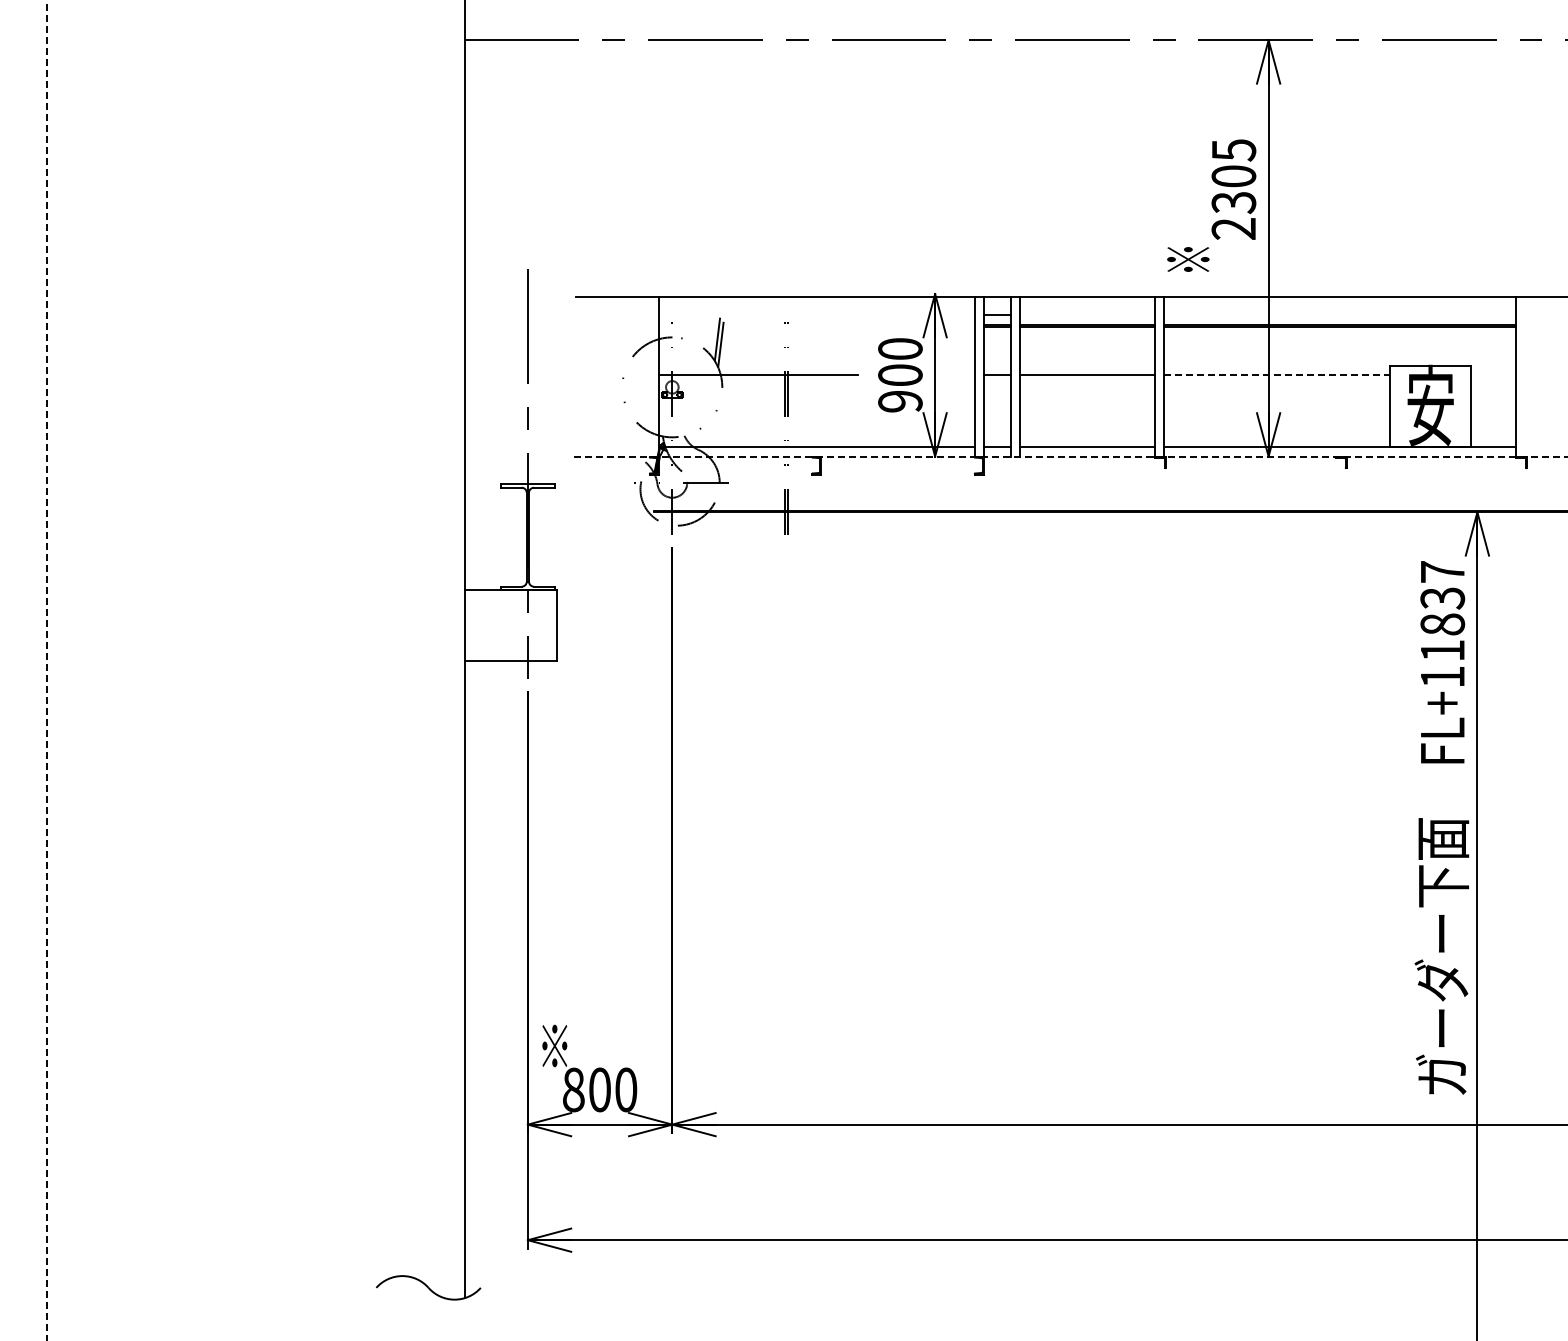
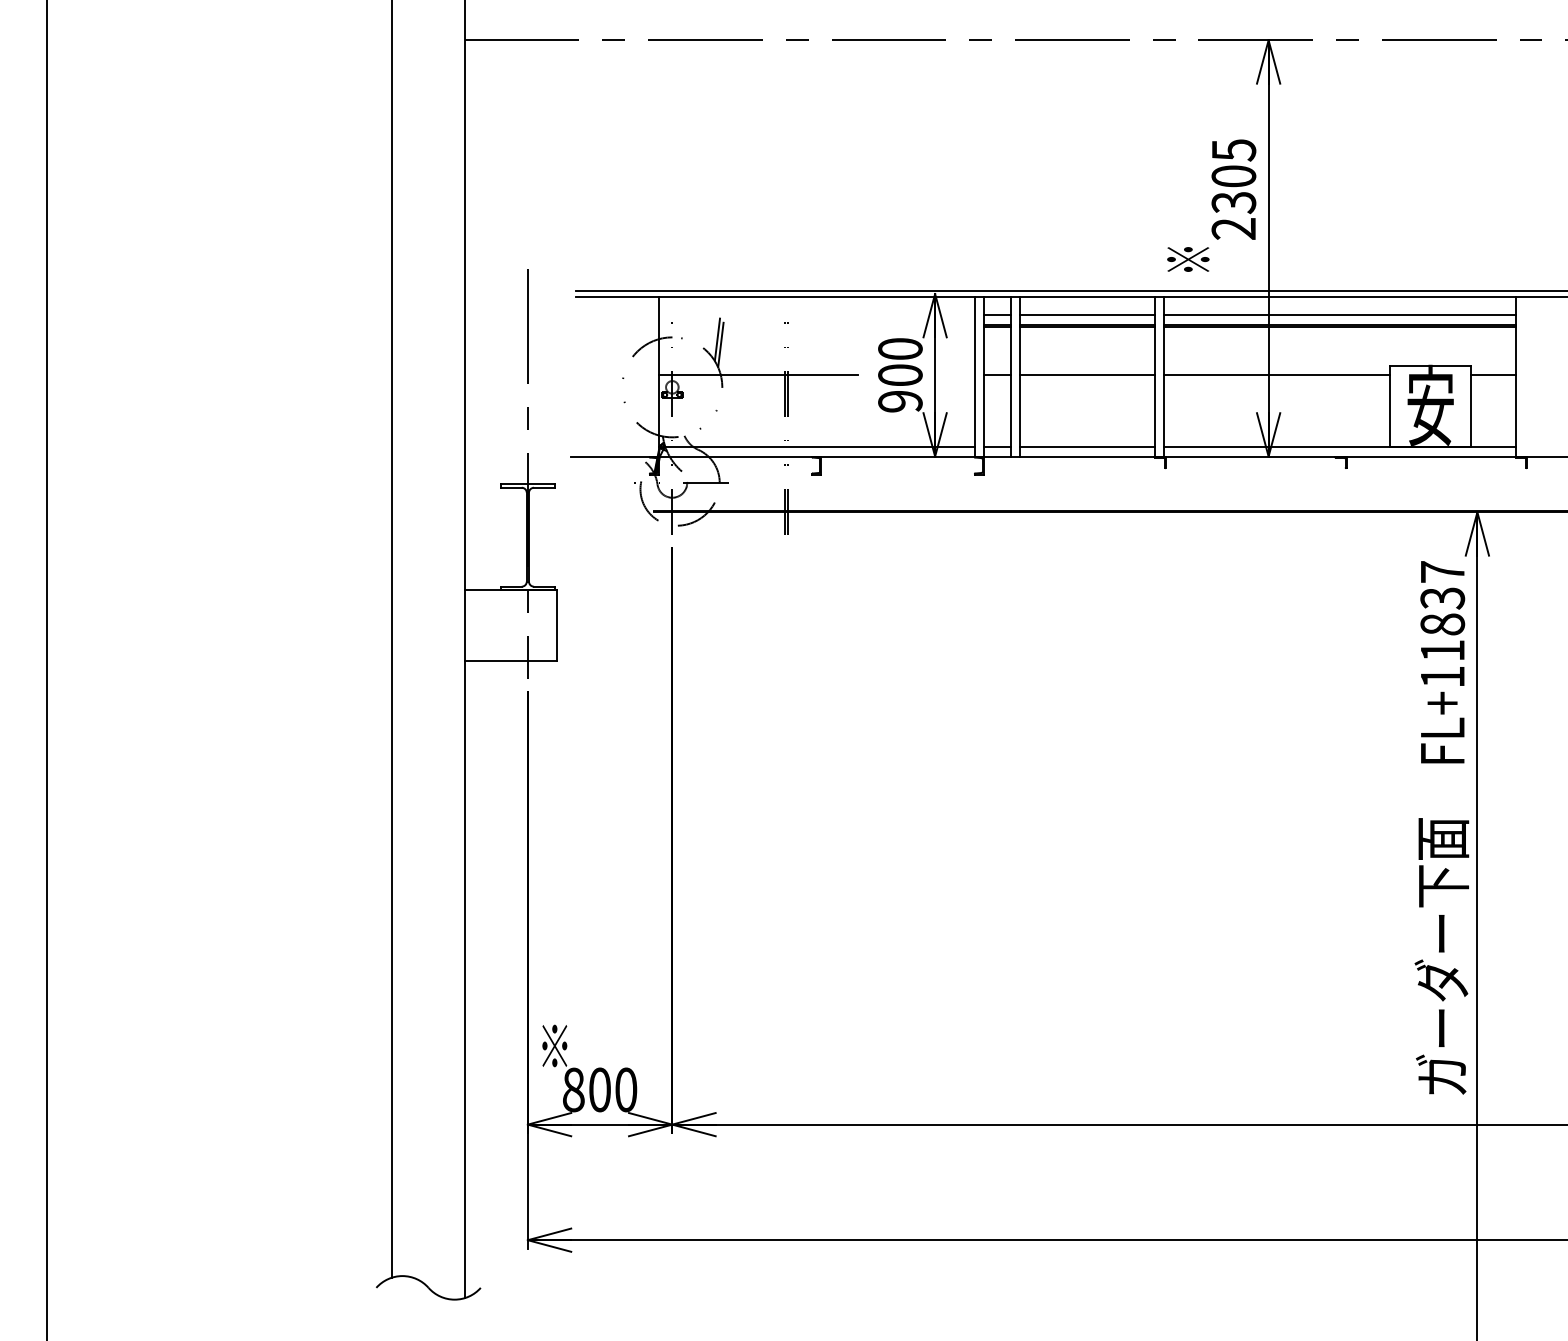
line at (1069, 290): none -> present
line at (1087, 314): none -> present
line at (1340, 314): none -> present
line at (1277, 375): dashed -> solid
line at (1493, 375): none -> present
line at (1069, 456): dashed -> solid
line at (392, 639): none -> present
line at (47, 671): dashed -> solid
